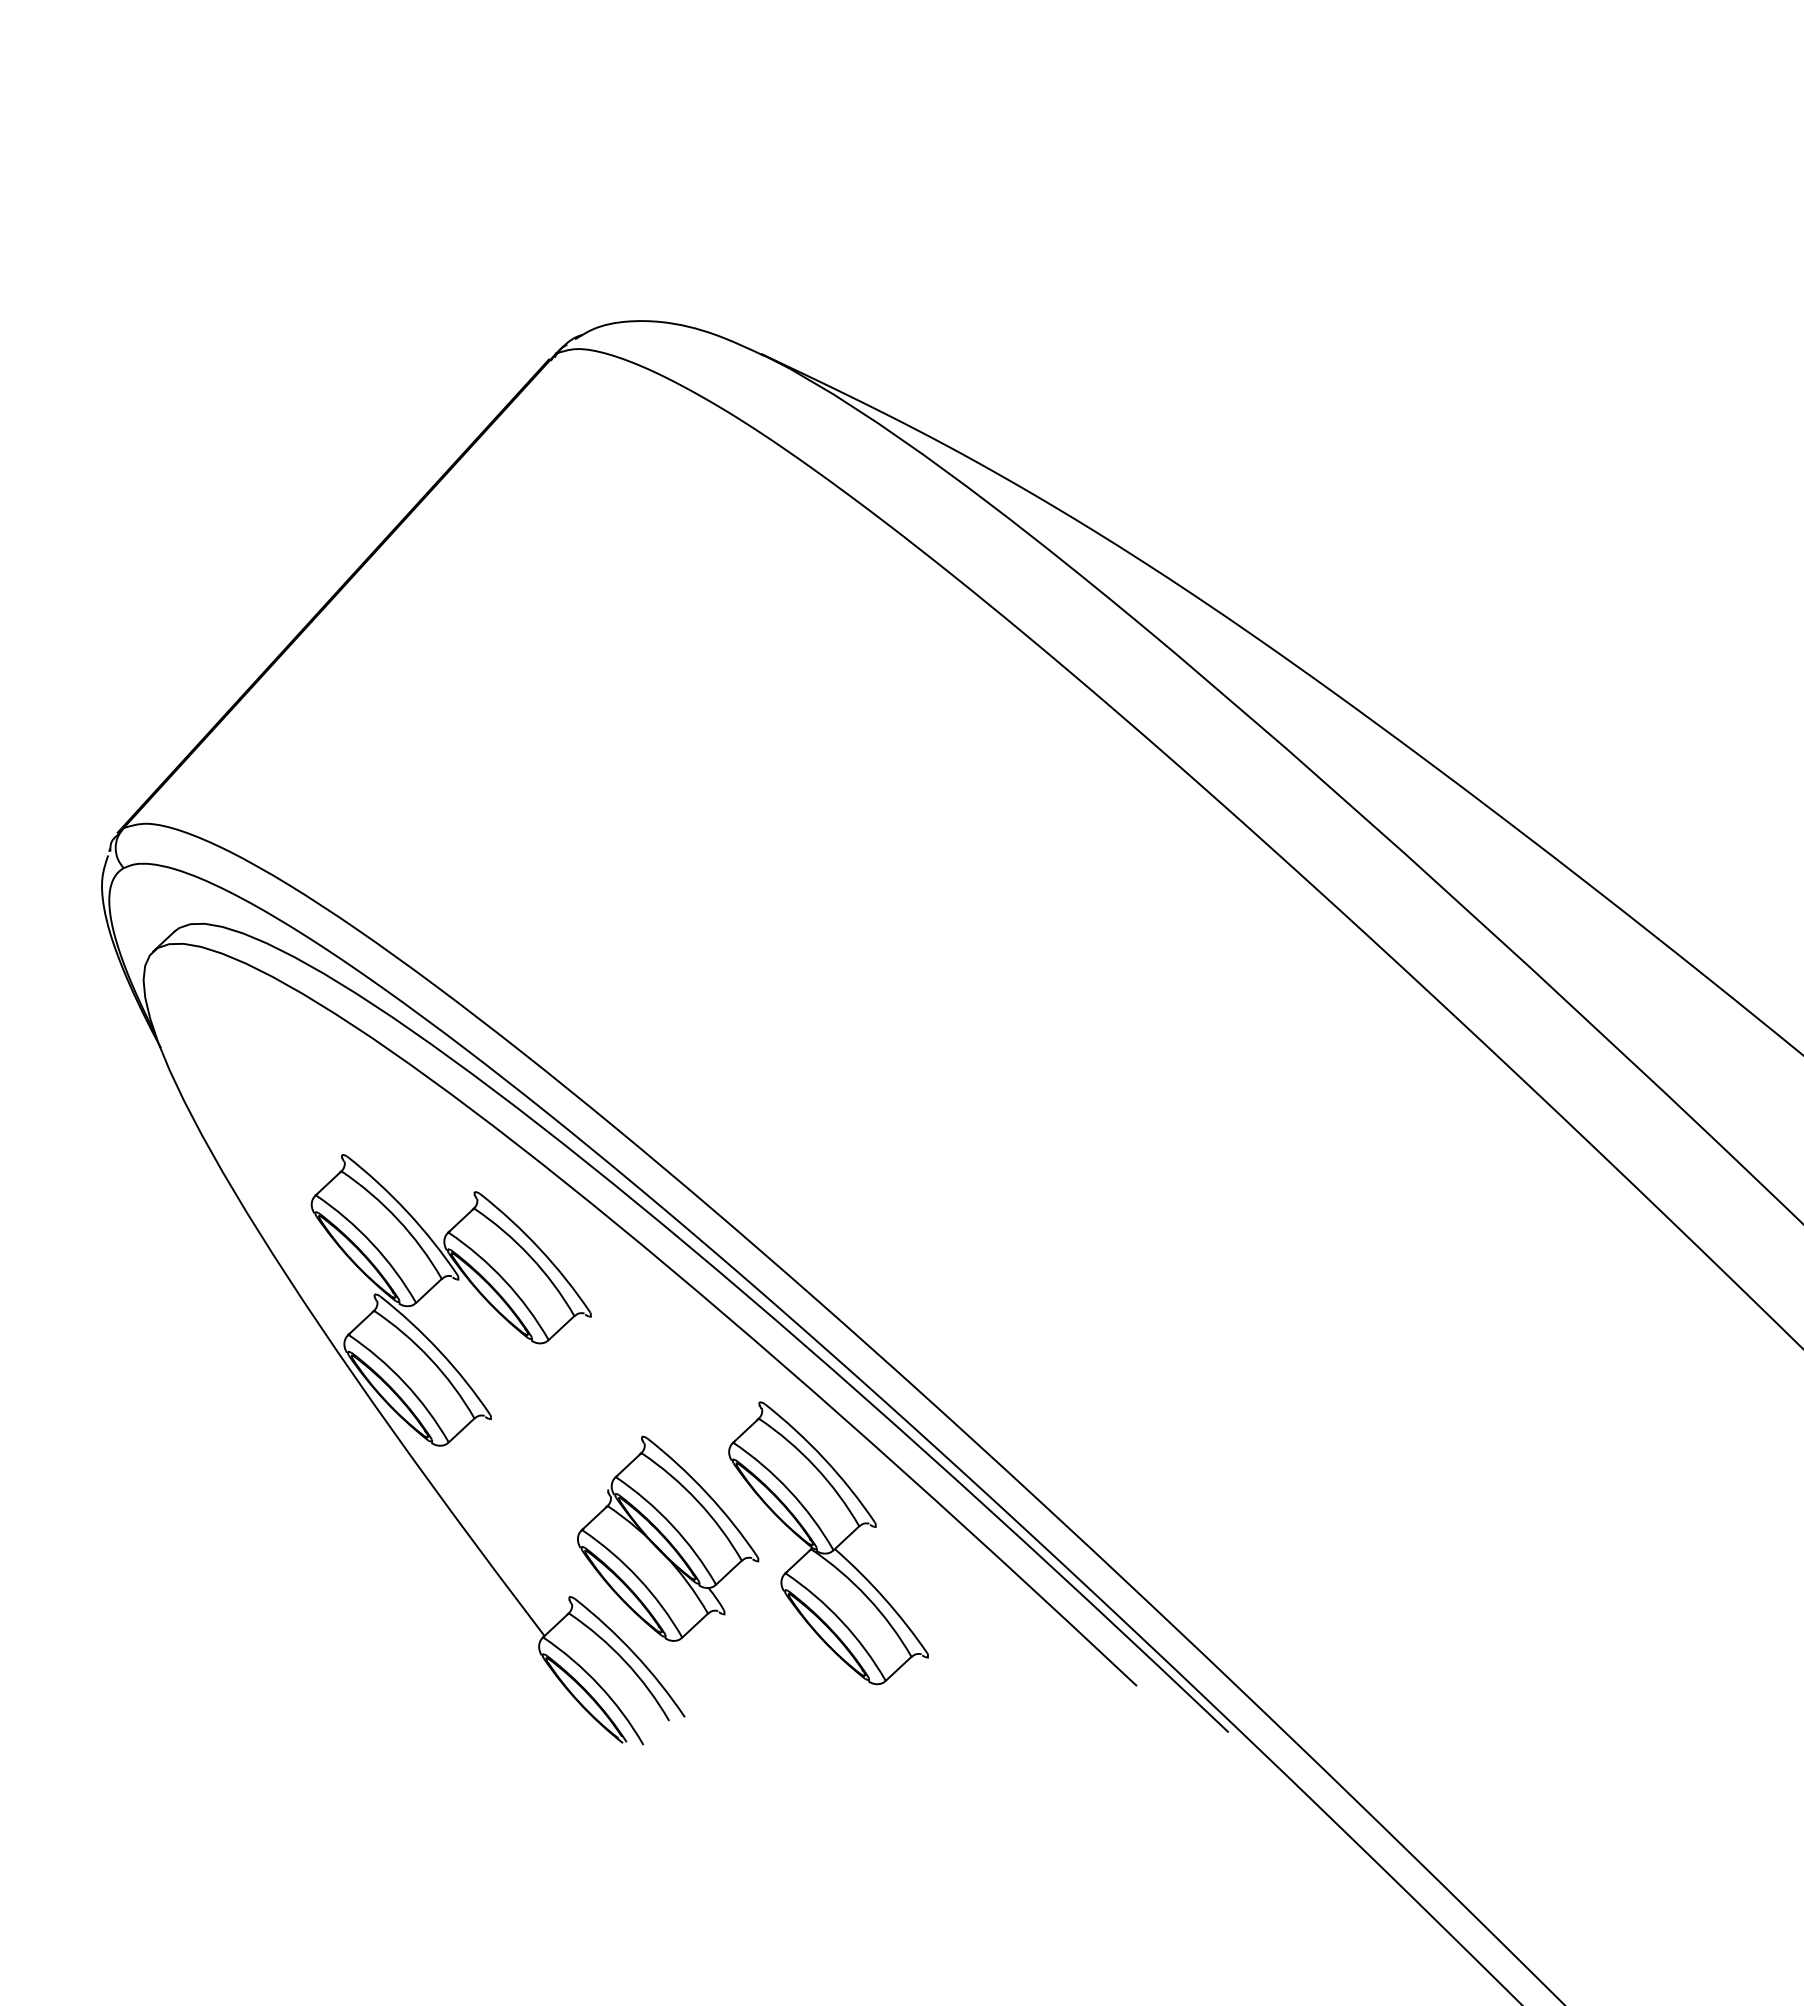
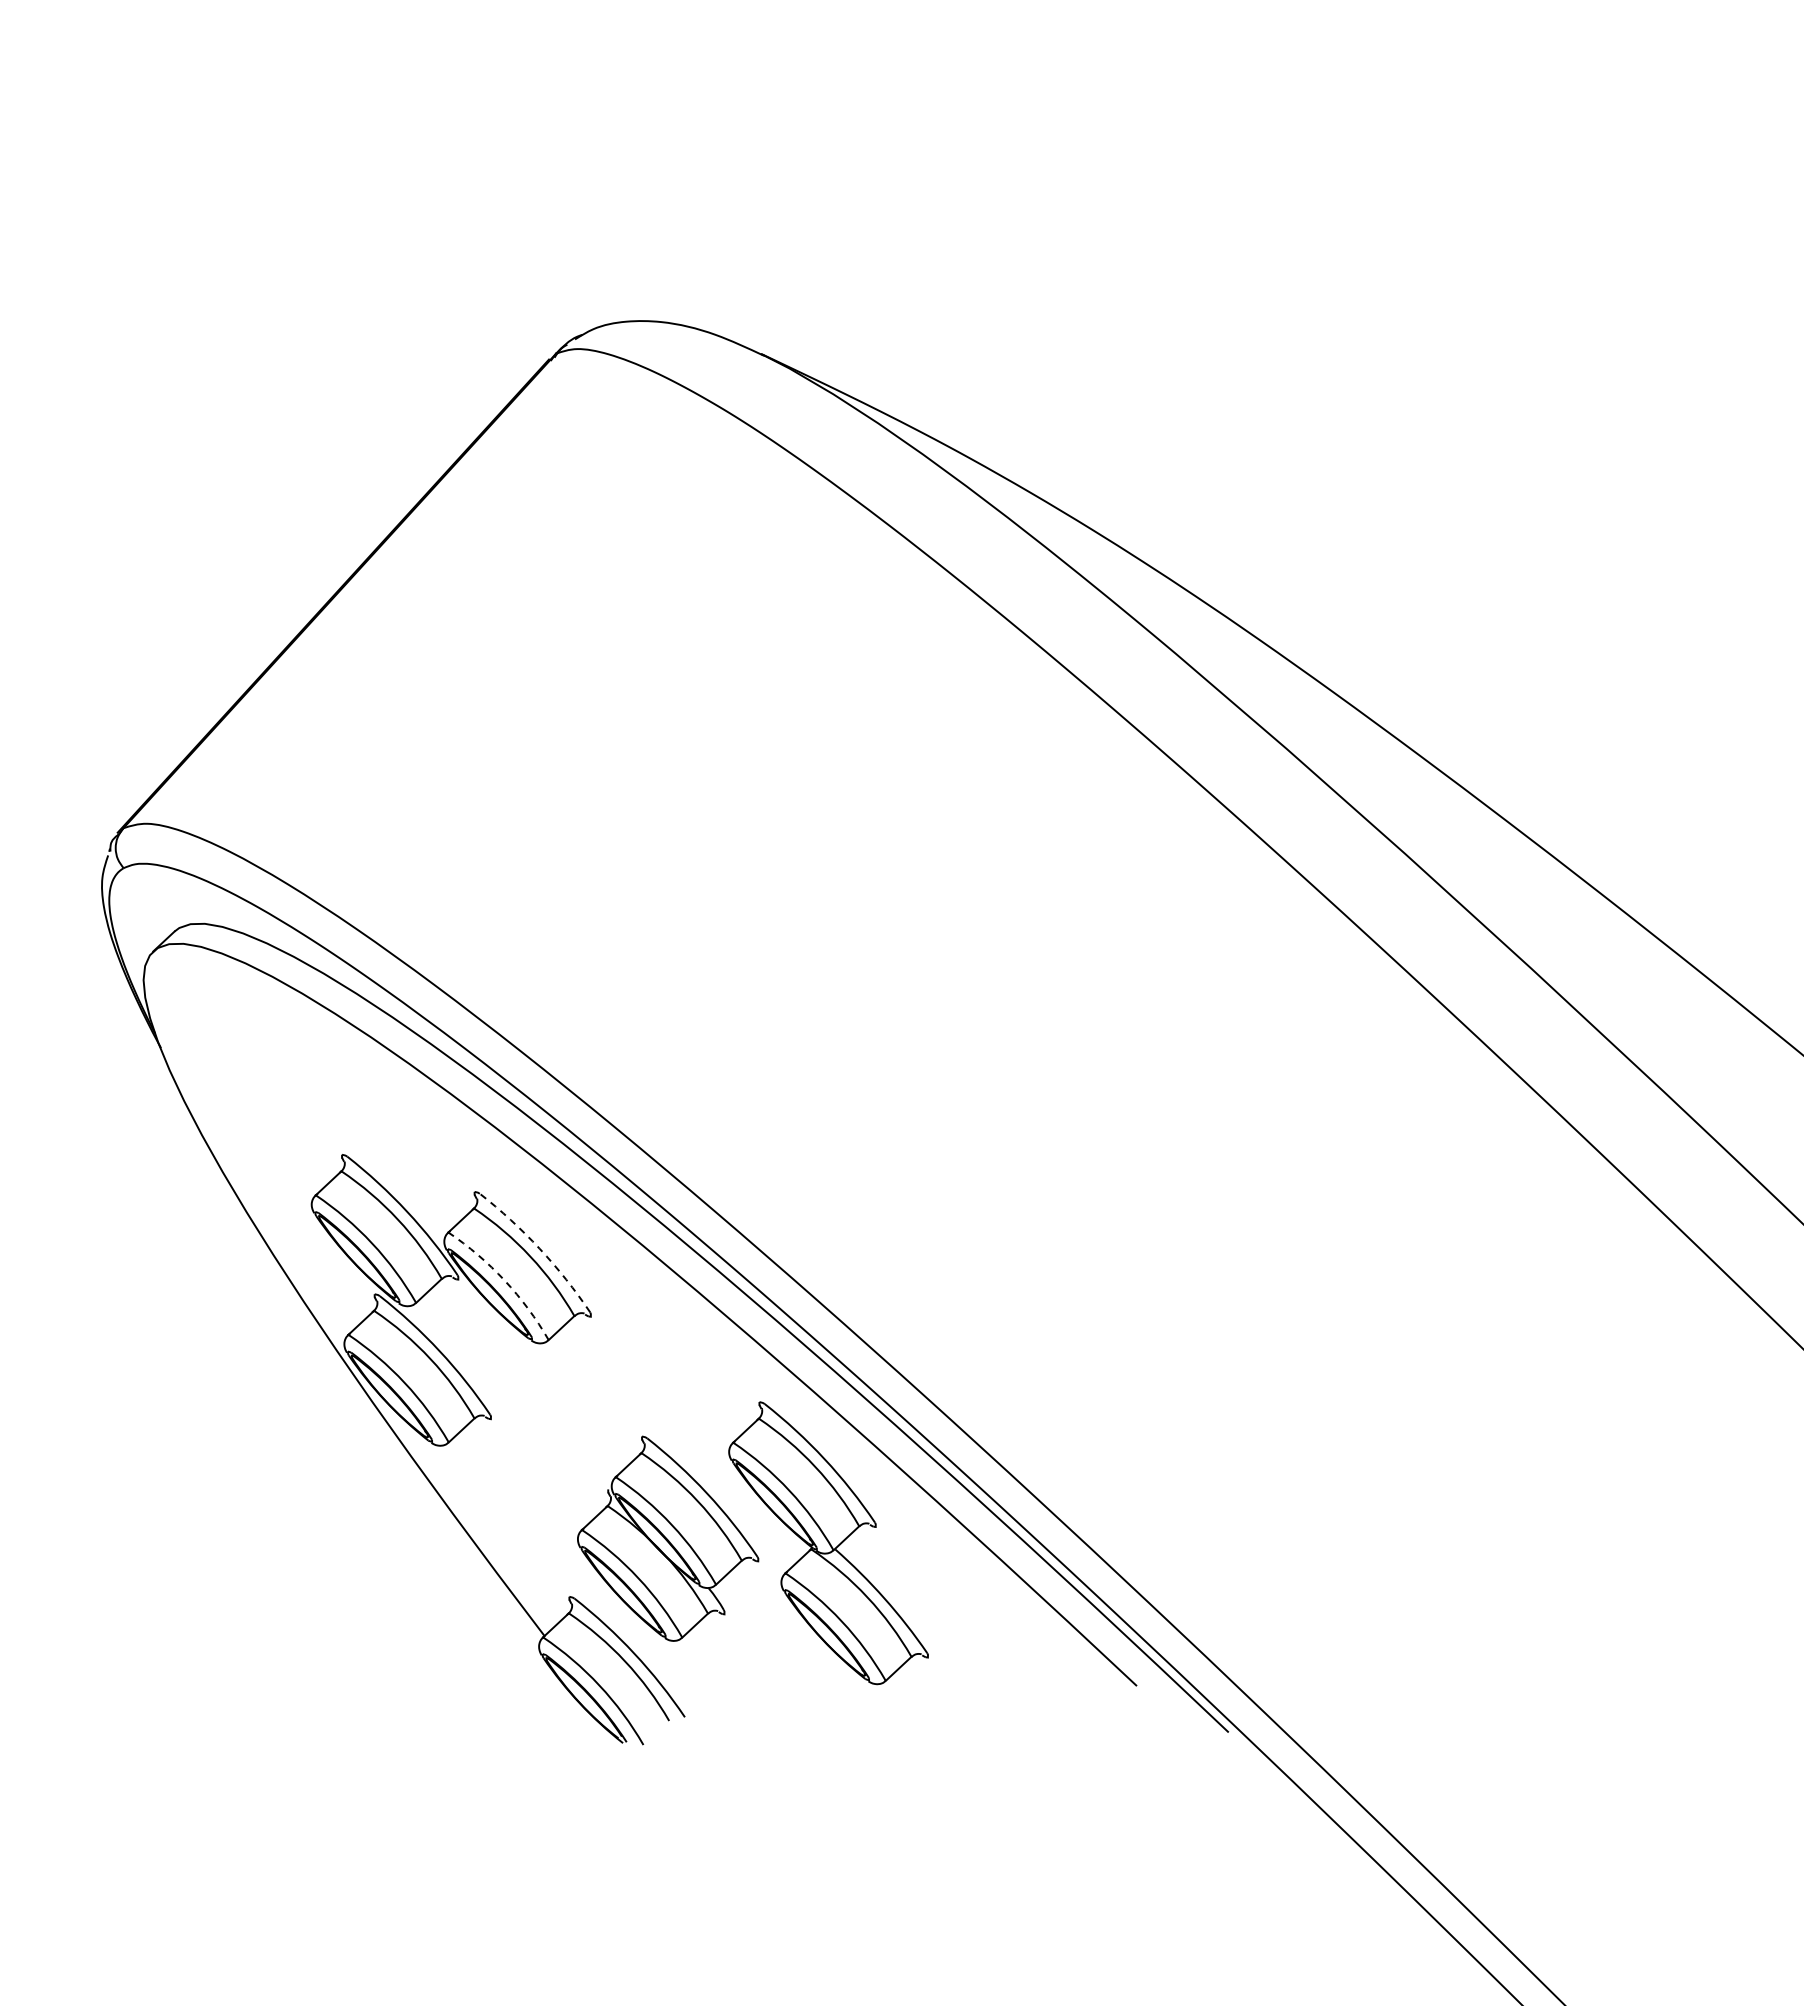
arc at (539, 1248): solid -> dashed
arc at (504, 1280): solid -> dashed
